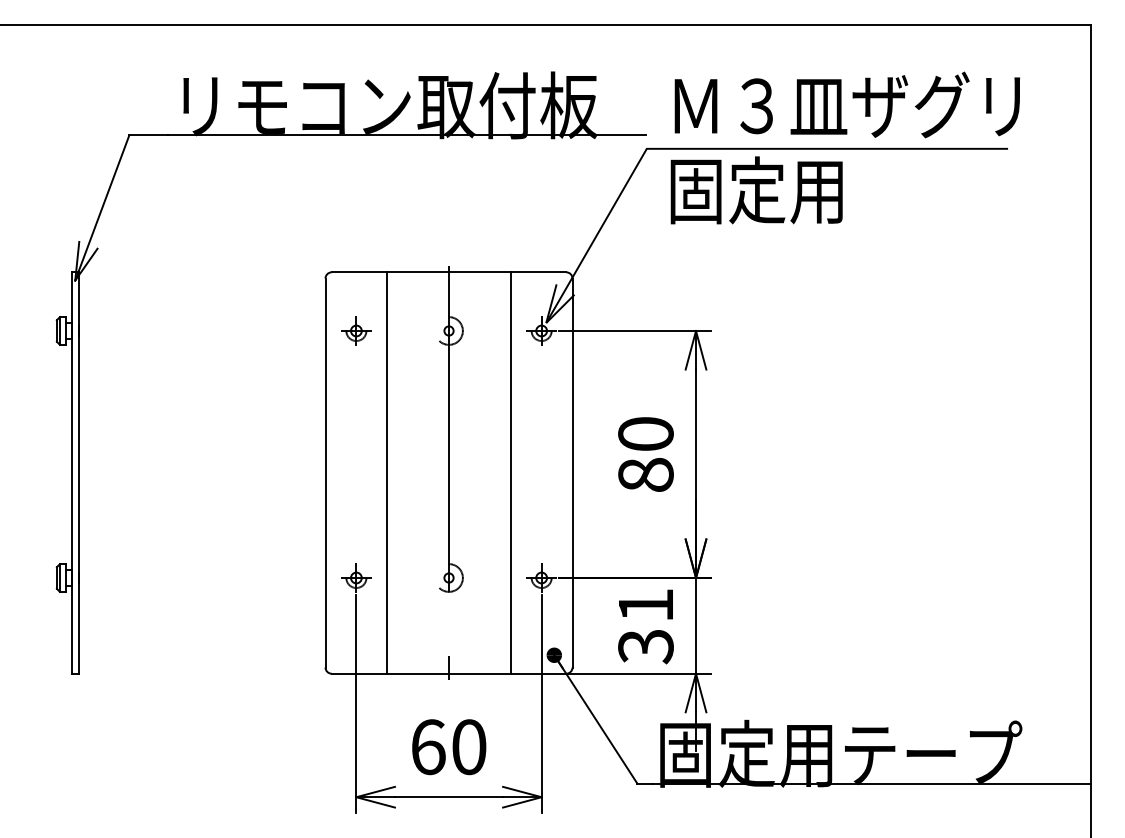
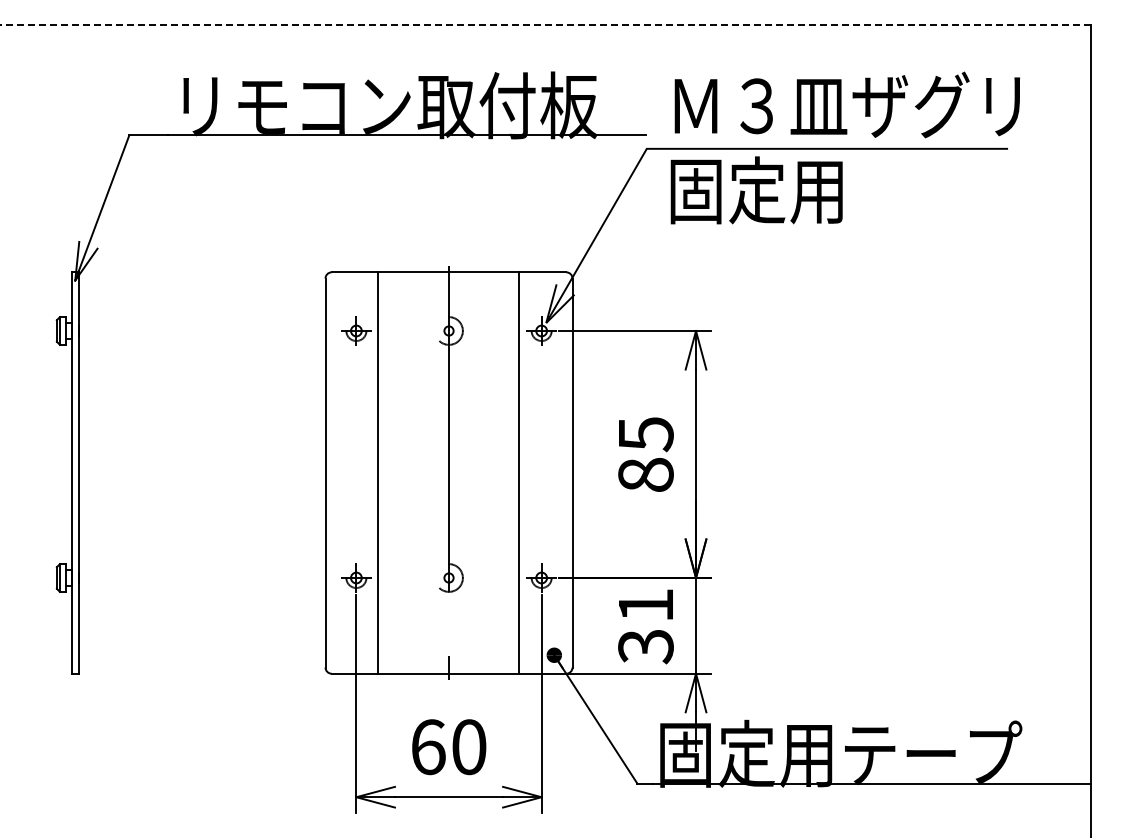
line at (545, 25): solid -> dashed
text at (645, 434): 80 -> 85
line at (387, 472) position: (387, 472) -> (378, 472)
line at (510, 472) position: (510, 472) -> (518, 472)
